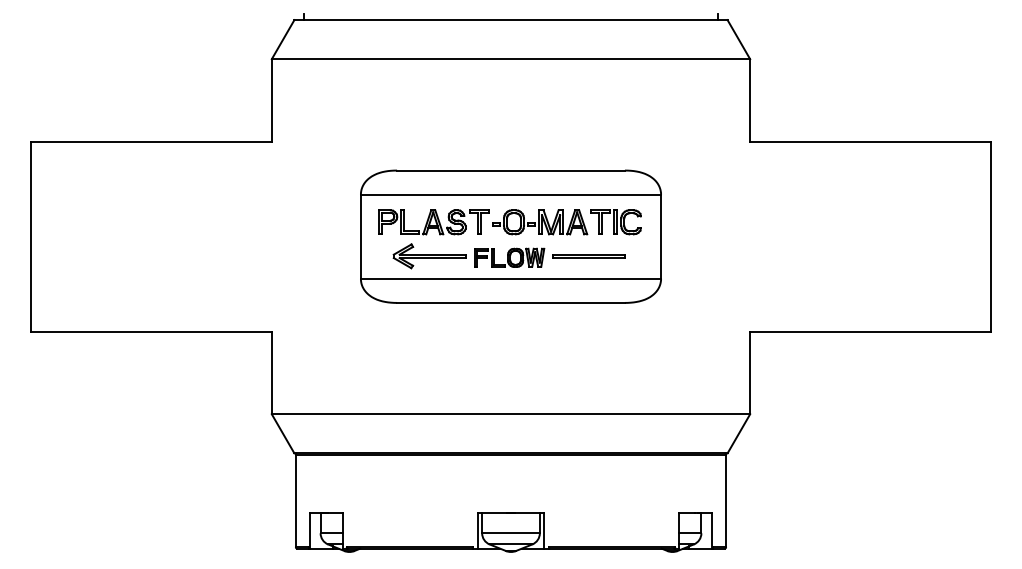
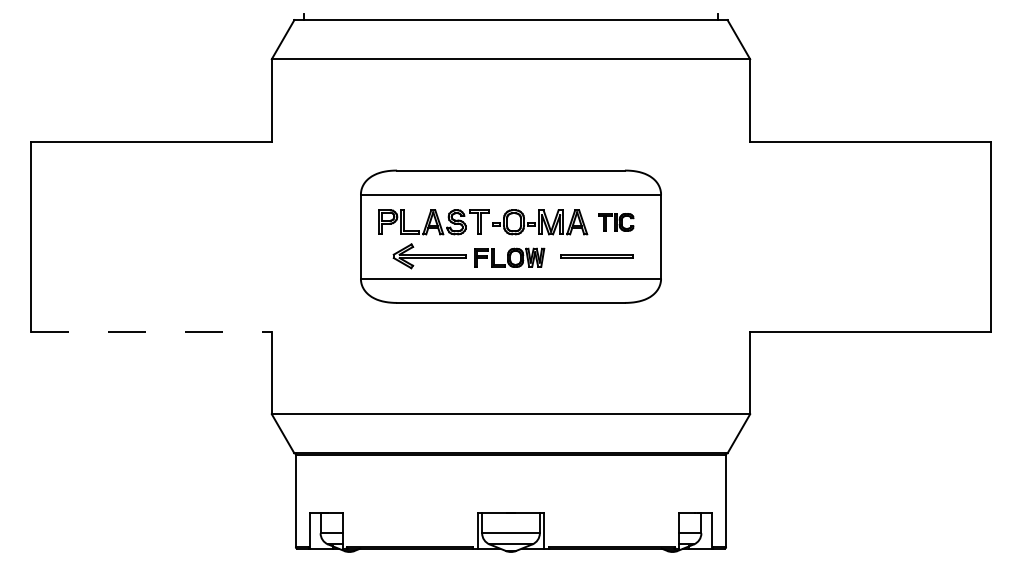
part at (615, 222) size: 52x27 px -> 37x19 px
line at (588, 255) position: (588, 255) -> (596, 255)
line at (151, 331): solid -> dashed
